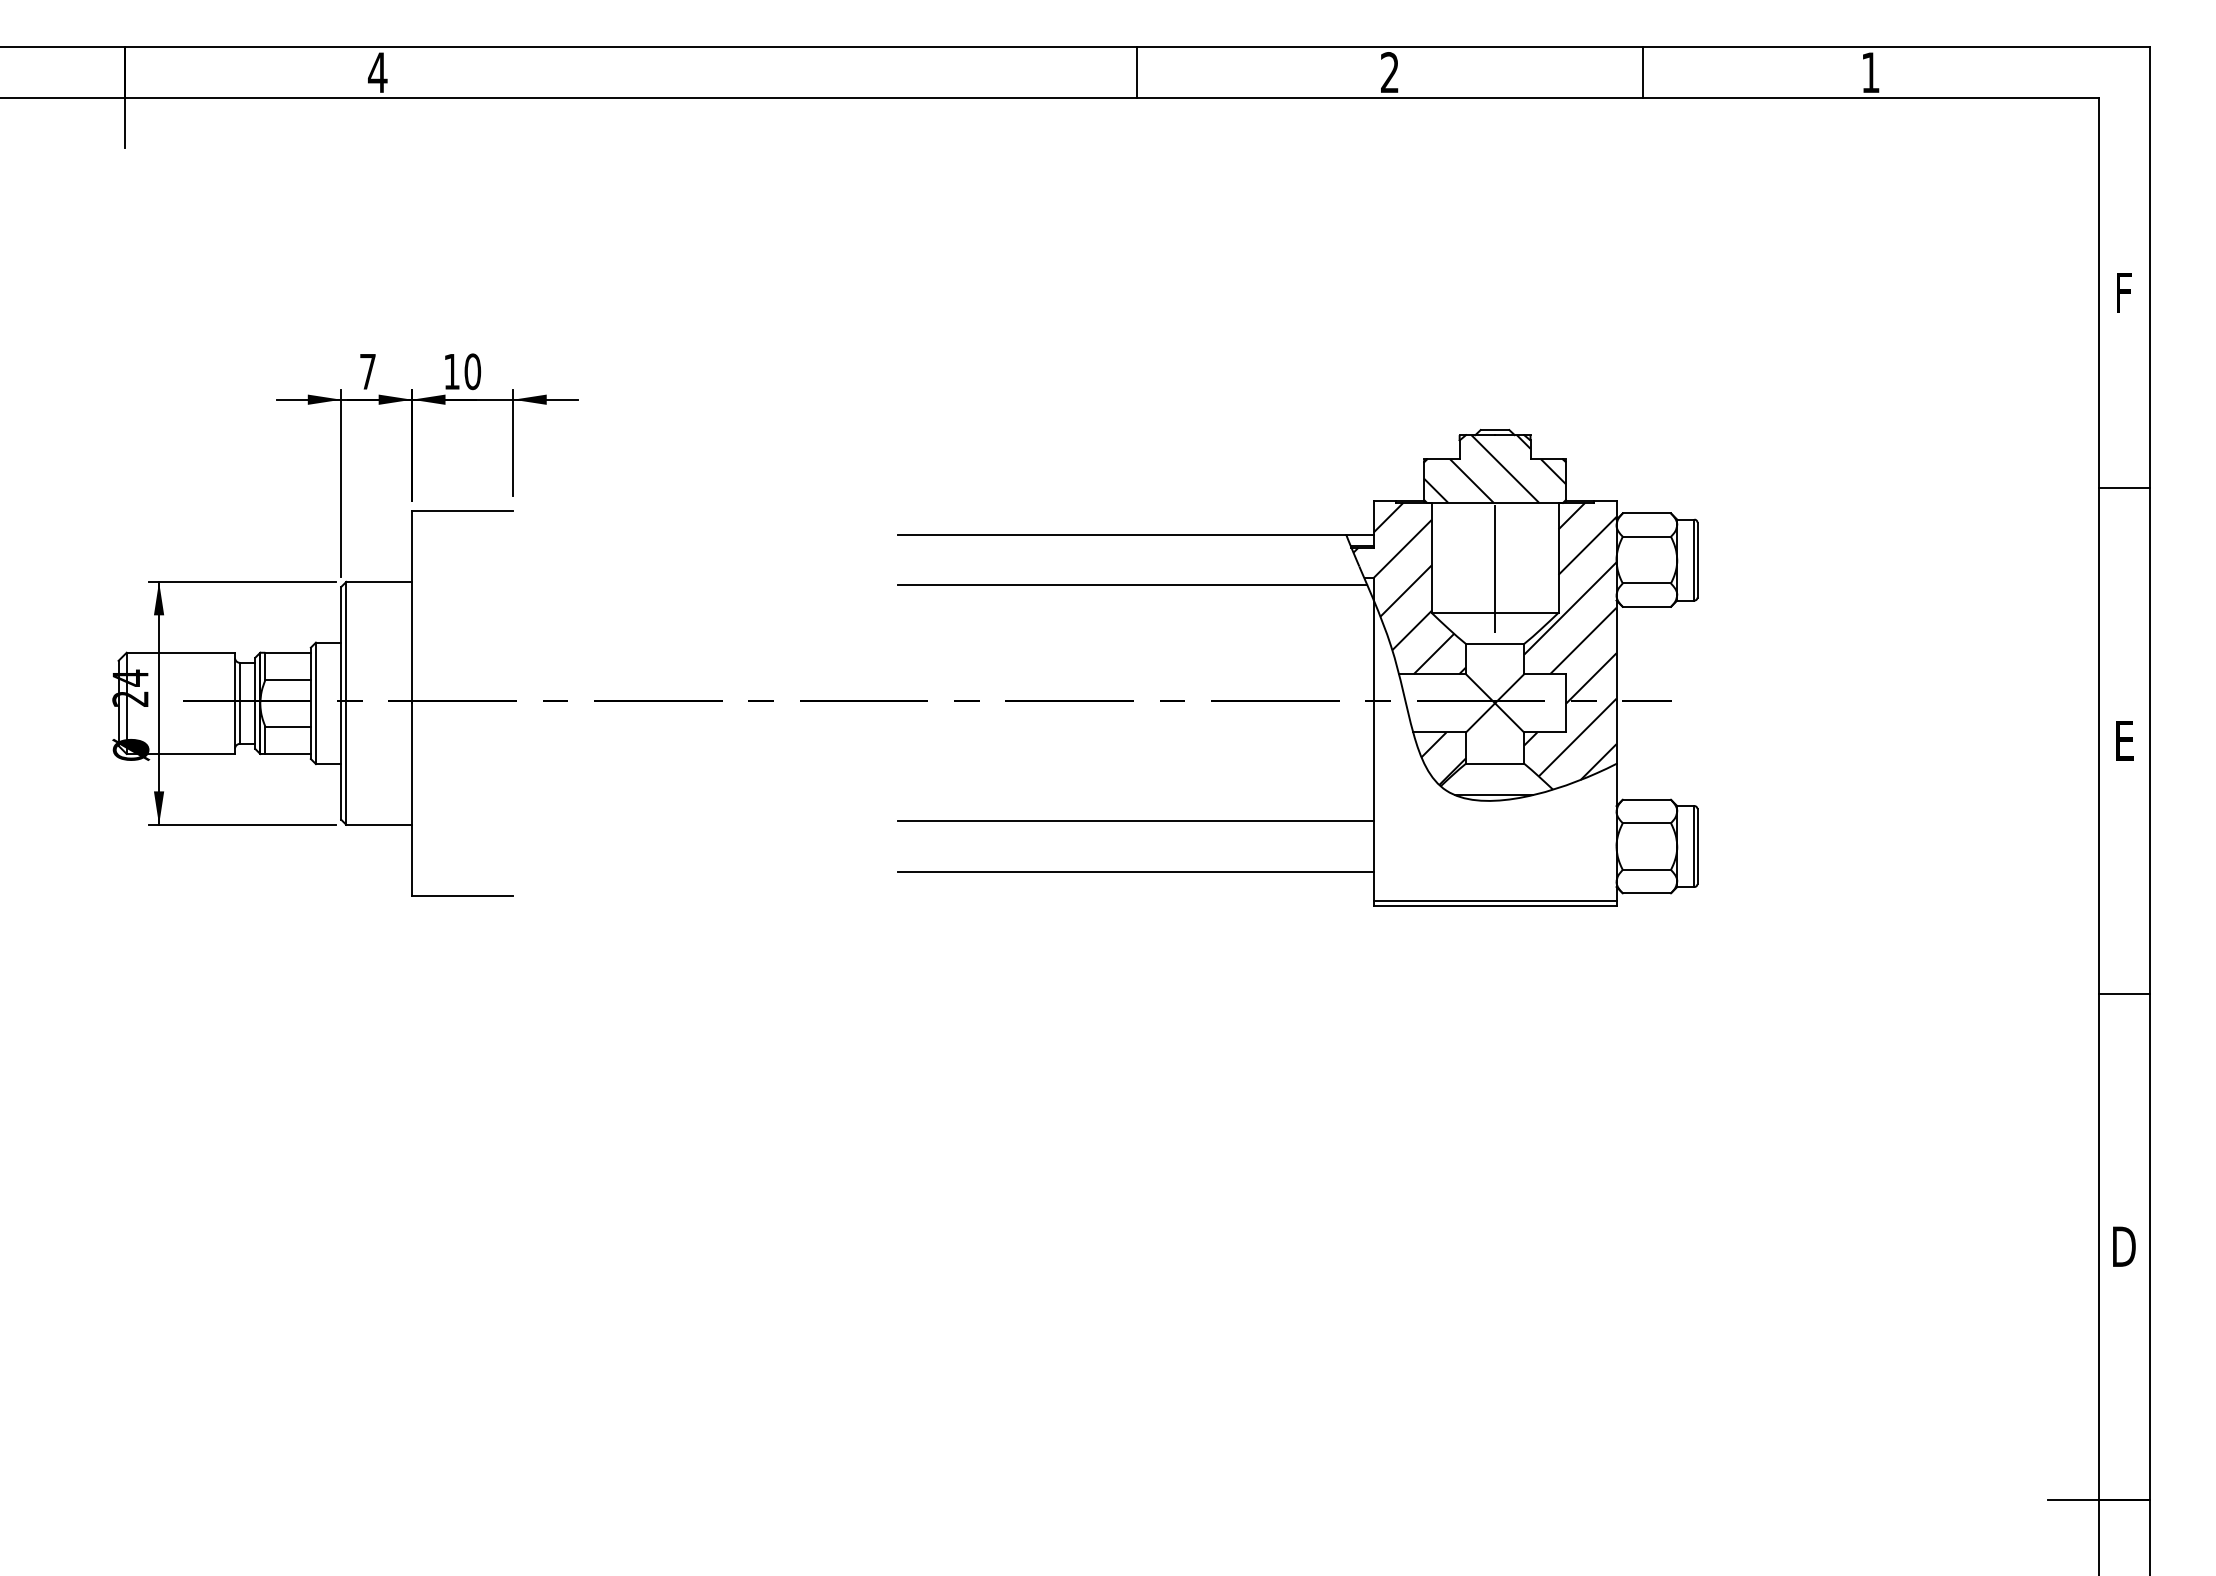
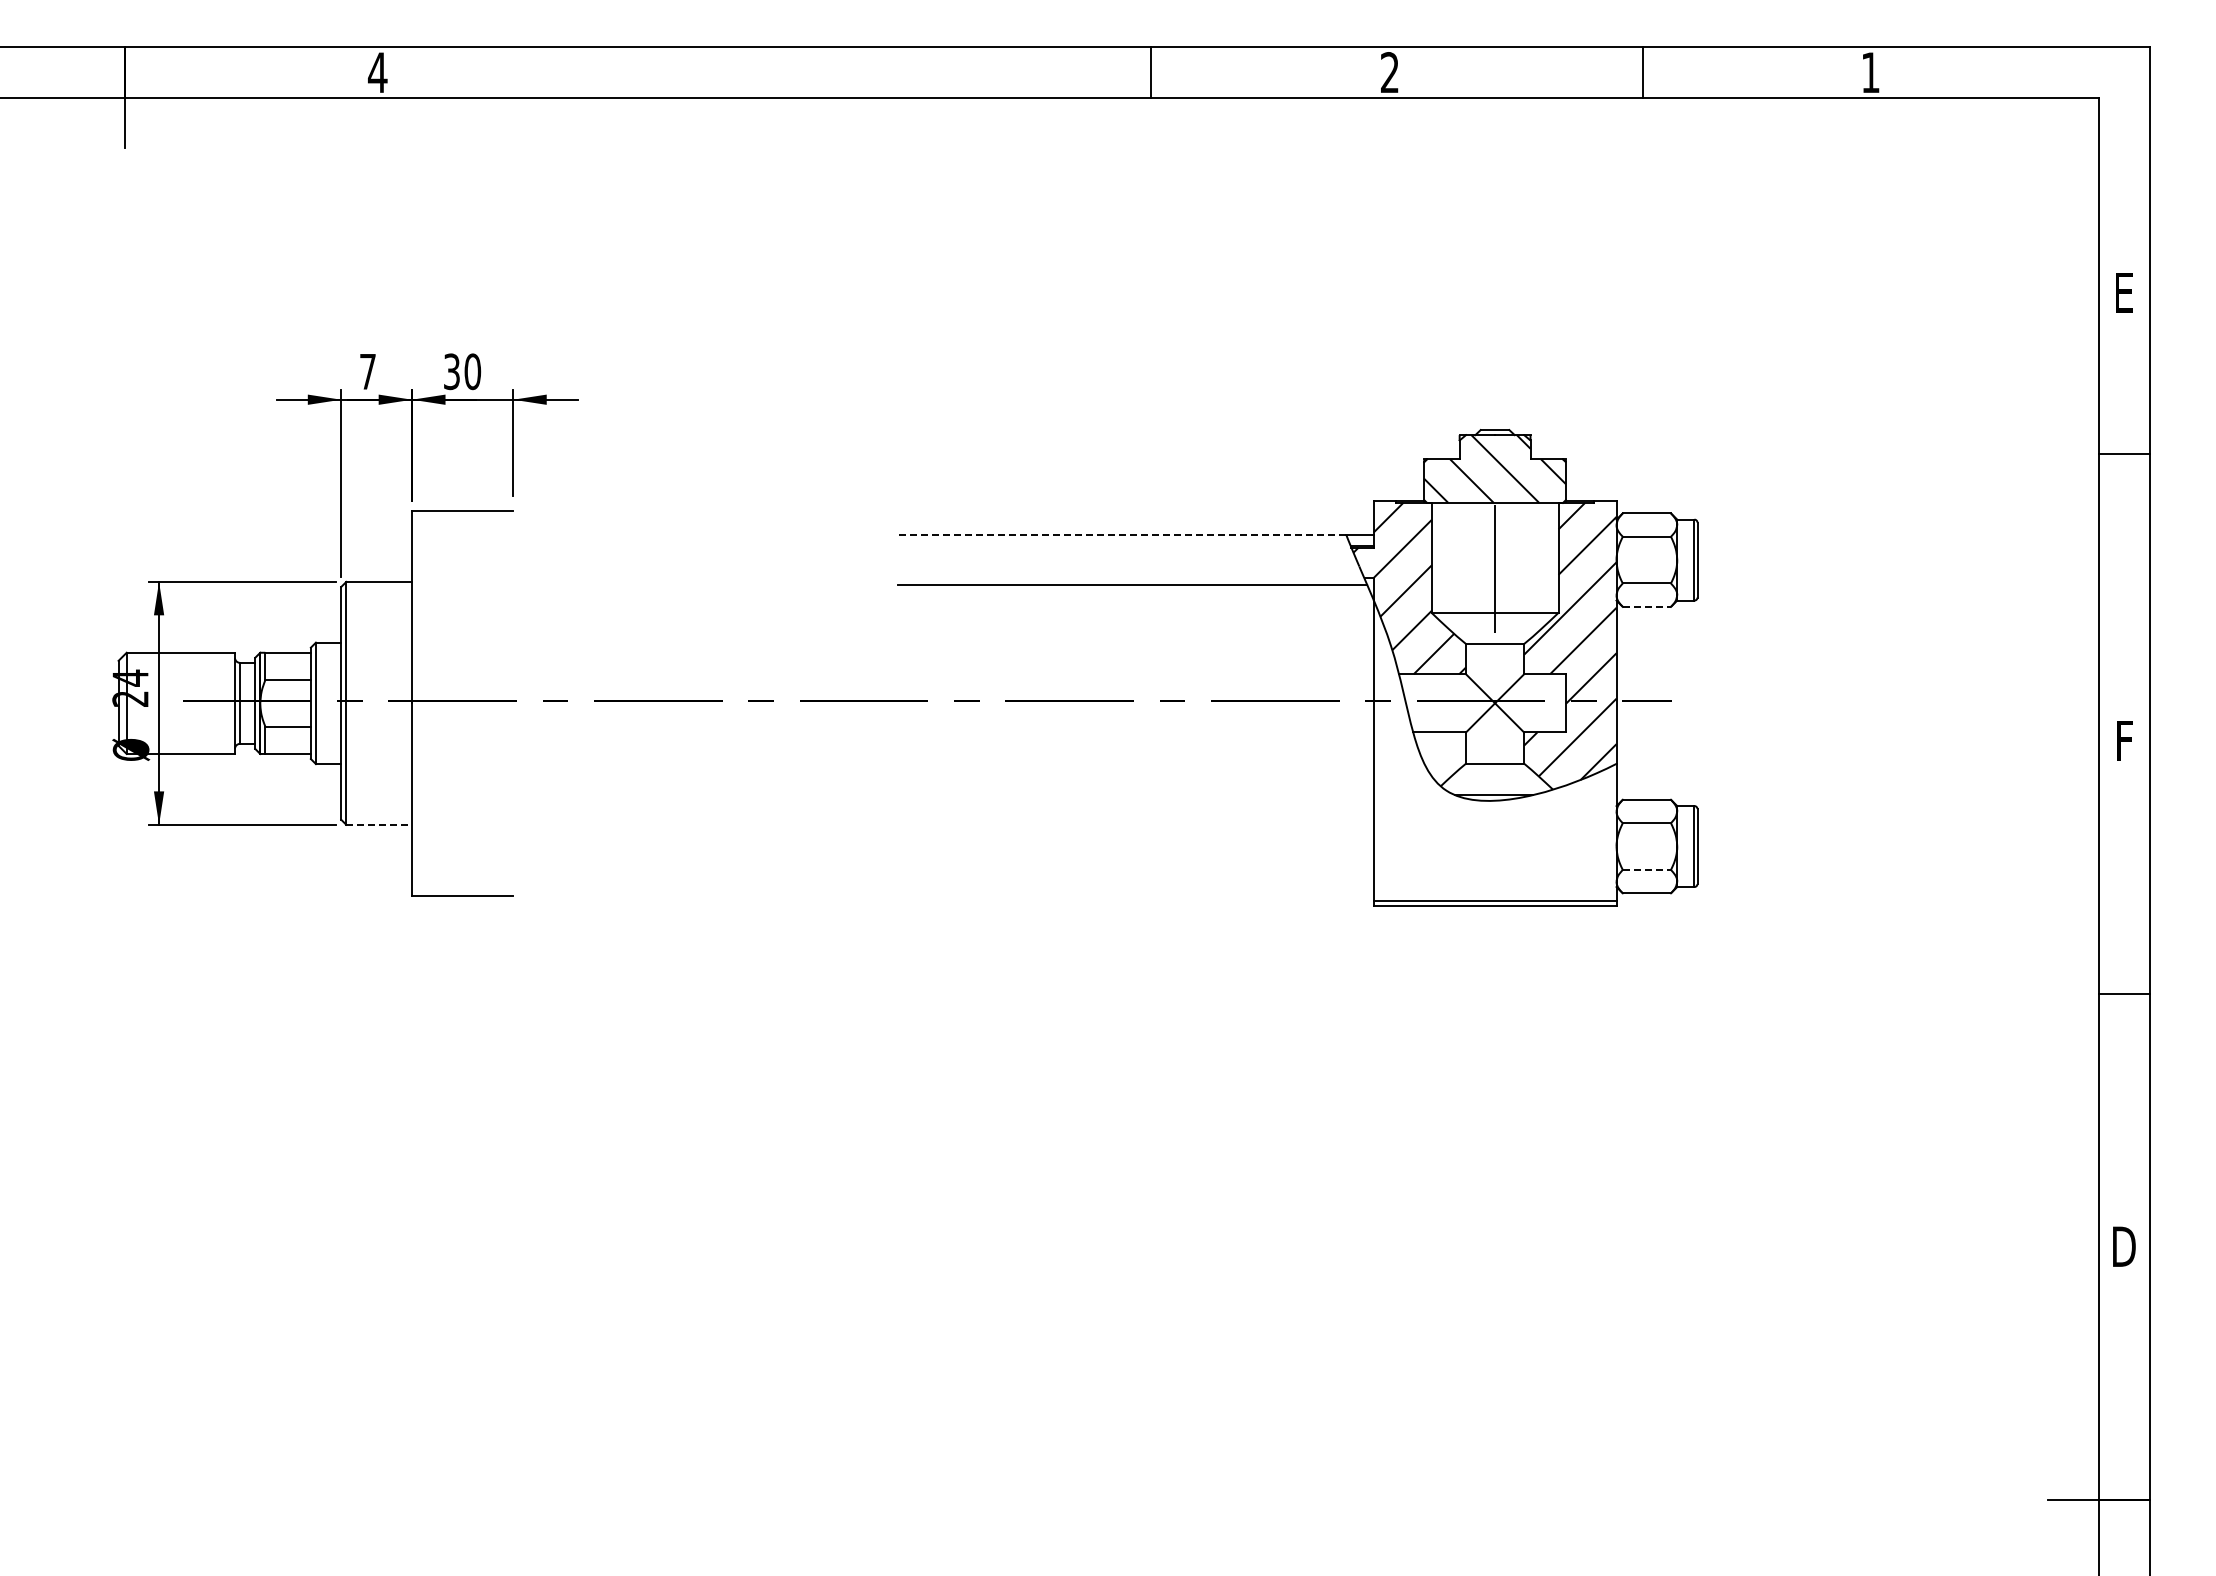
line at (1137, 72) position: (1137, 72) -> (1151, 72)
text at (2124, 292): F -> E
text at (451, 371): 10 -> 30
line at (2123, 487) position: (2123, 487) -> (2123, 453)
line at (1121, 534): solid -> dashed
line at (1647, 606): solid -> dashed
text at (2124, 740): E -> F
hatch at (1443, 758): present -> none
line at (1135, 821): present -> none
line at (379, 824): solid -> dashed
line at (1647, 869): solid -> dashed
line at (1135, 871): present -> none
